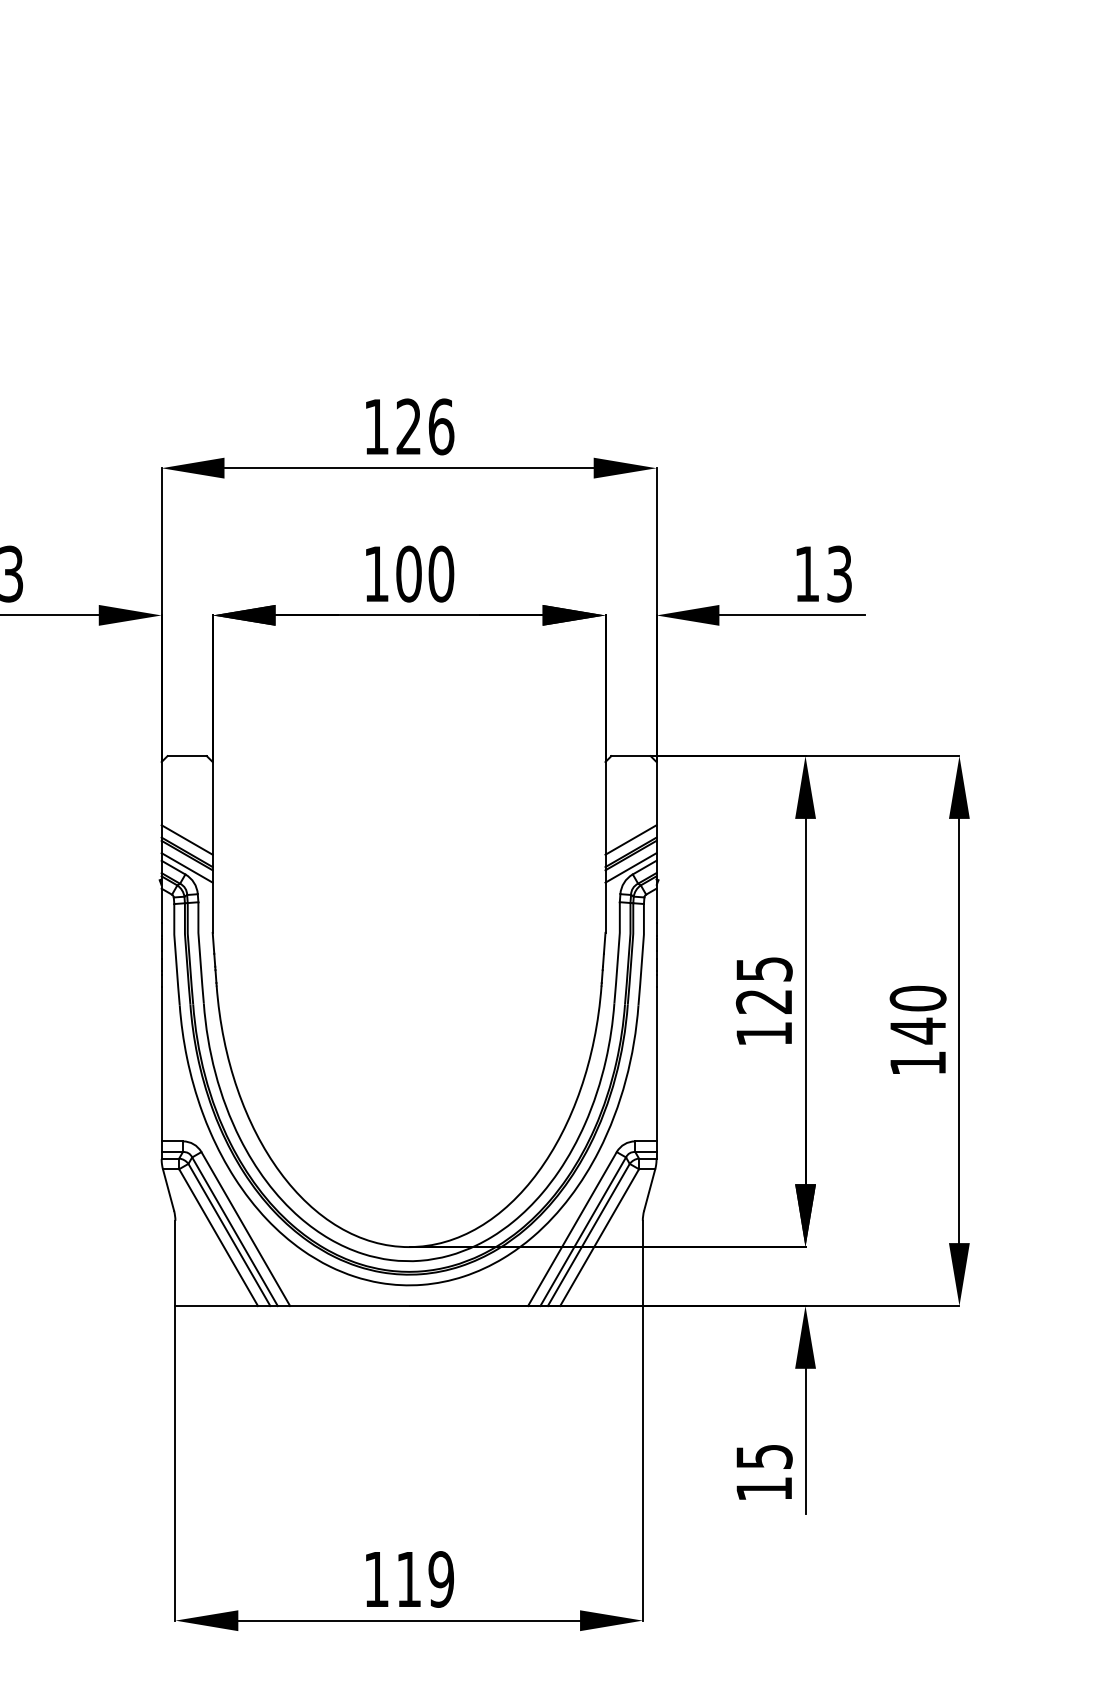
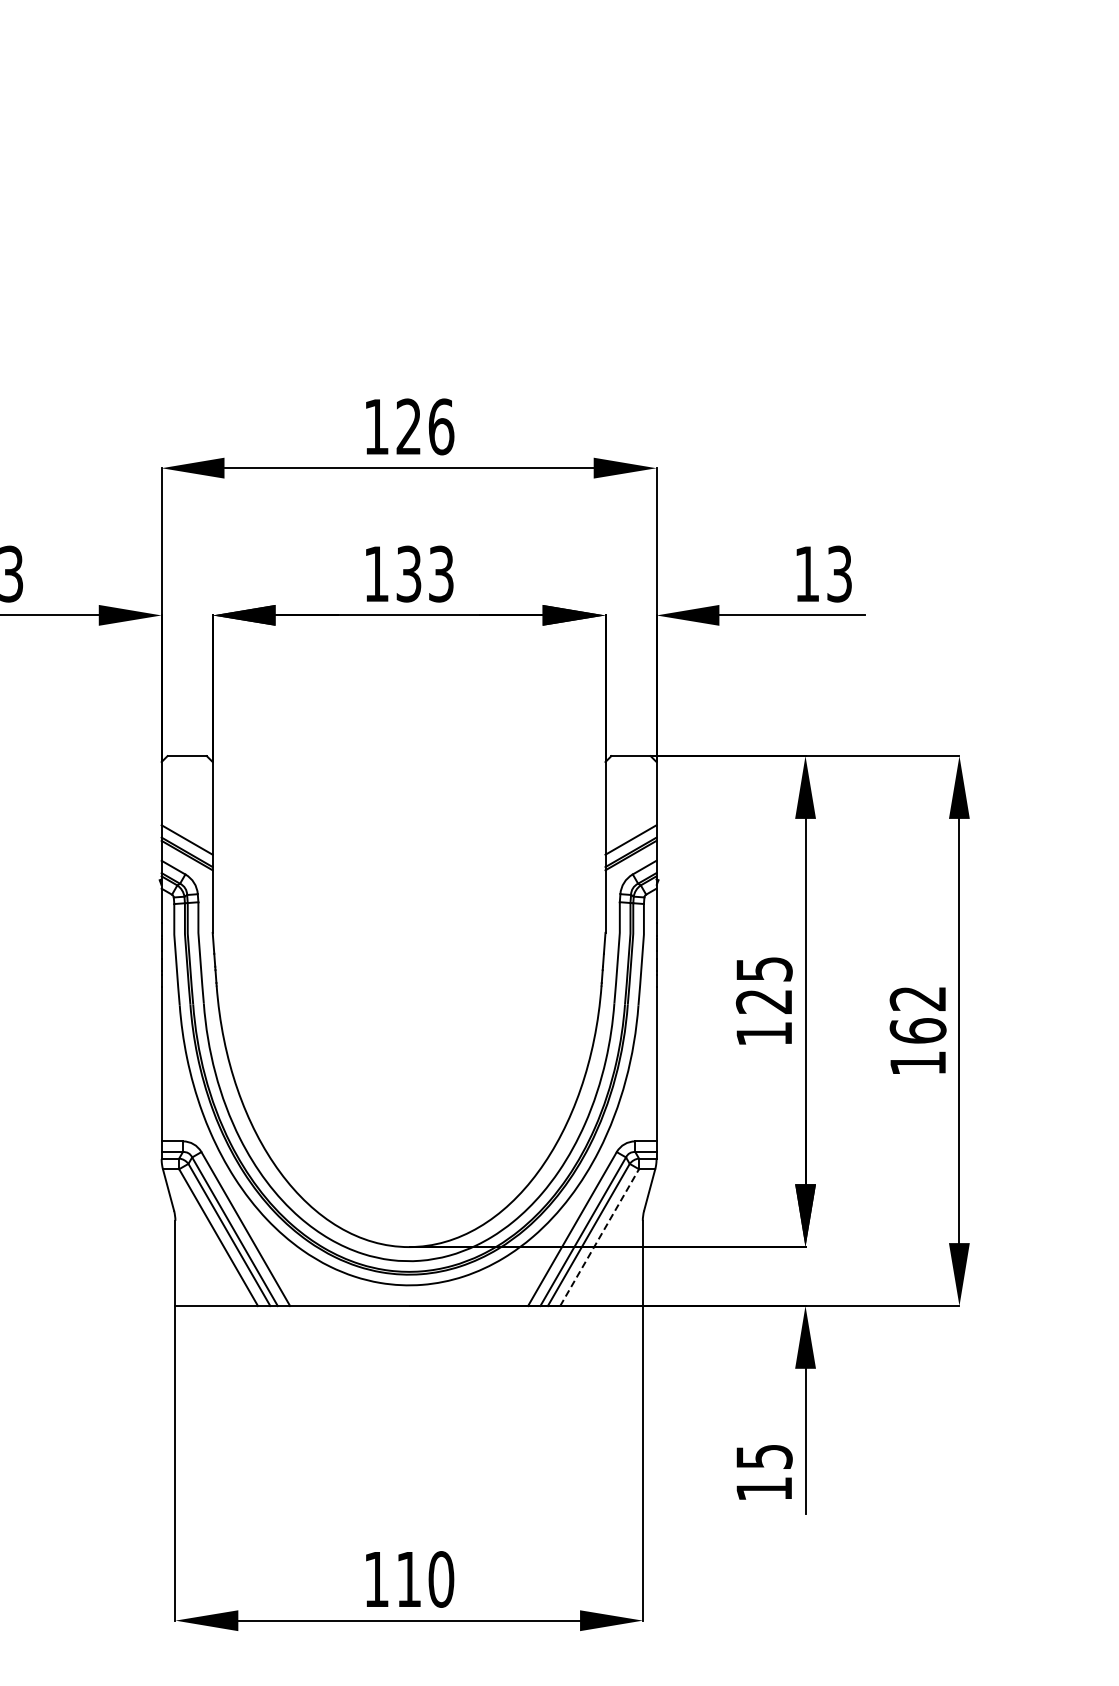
text at (425, 573): 100 -> 133
line at (186, 867): present -> none
line at (630, 867): present -> none
text at (917, 1014): 140 -> 162
line at (599, 1237): solid -> dashed
text at (441, 1579): 119 -> 110
